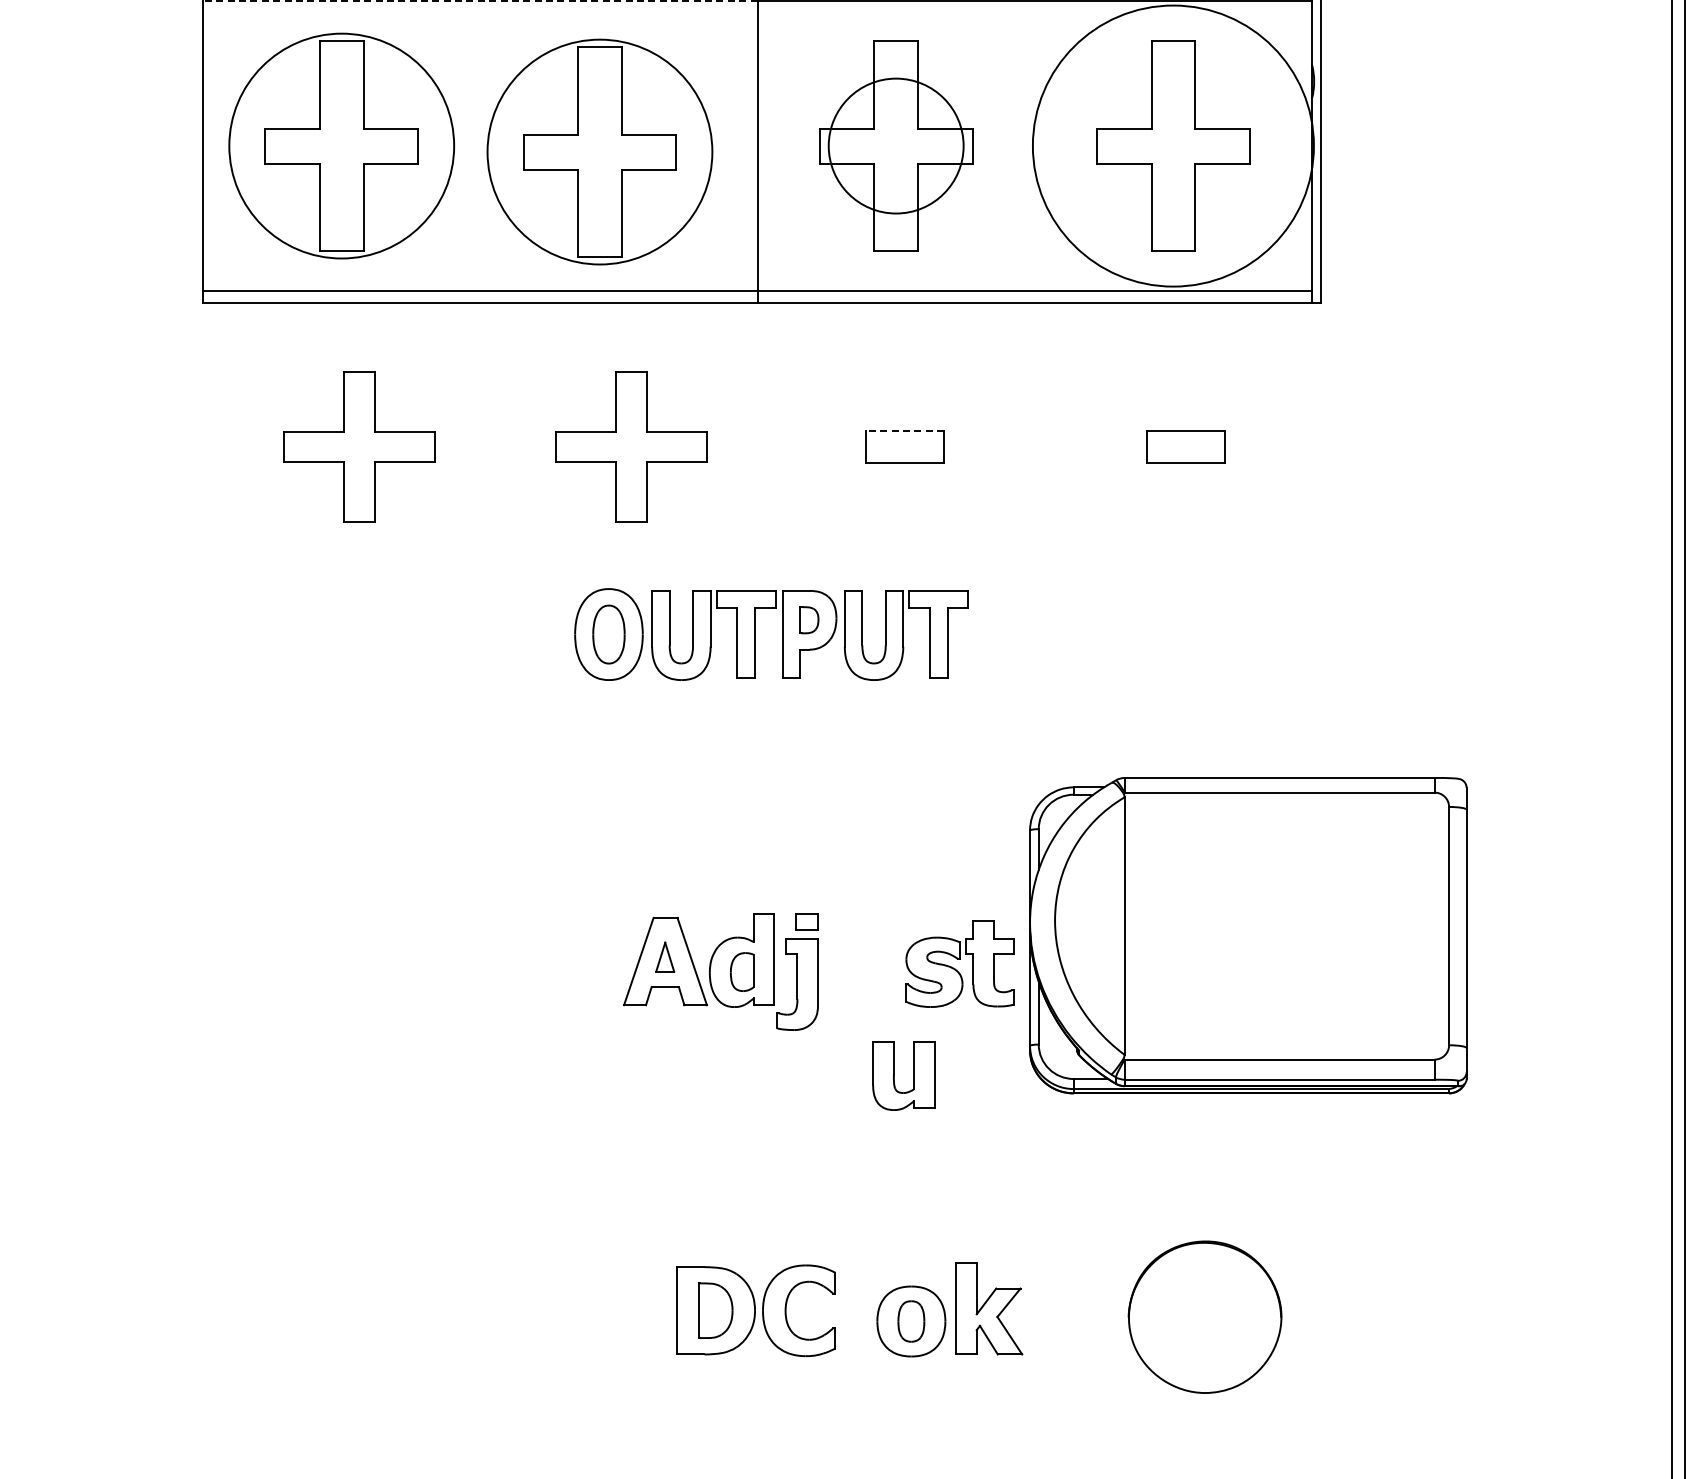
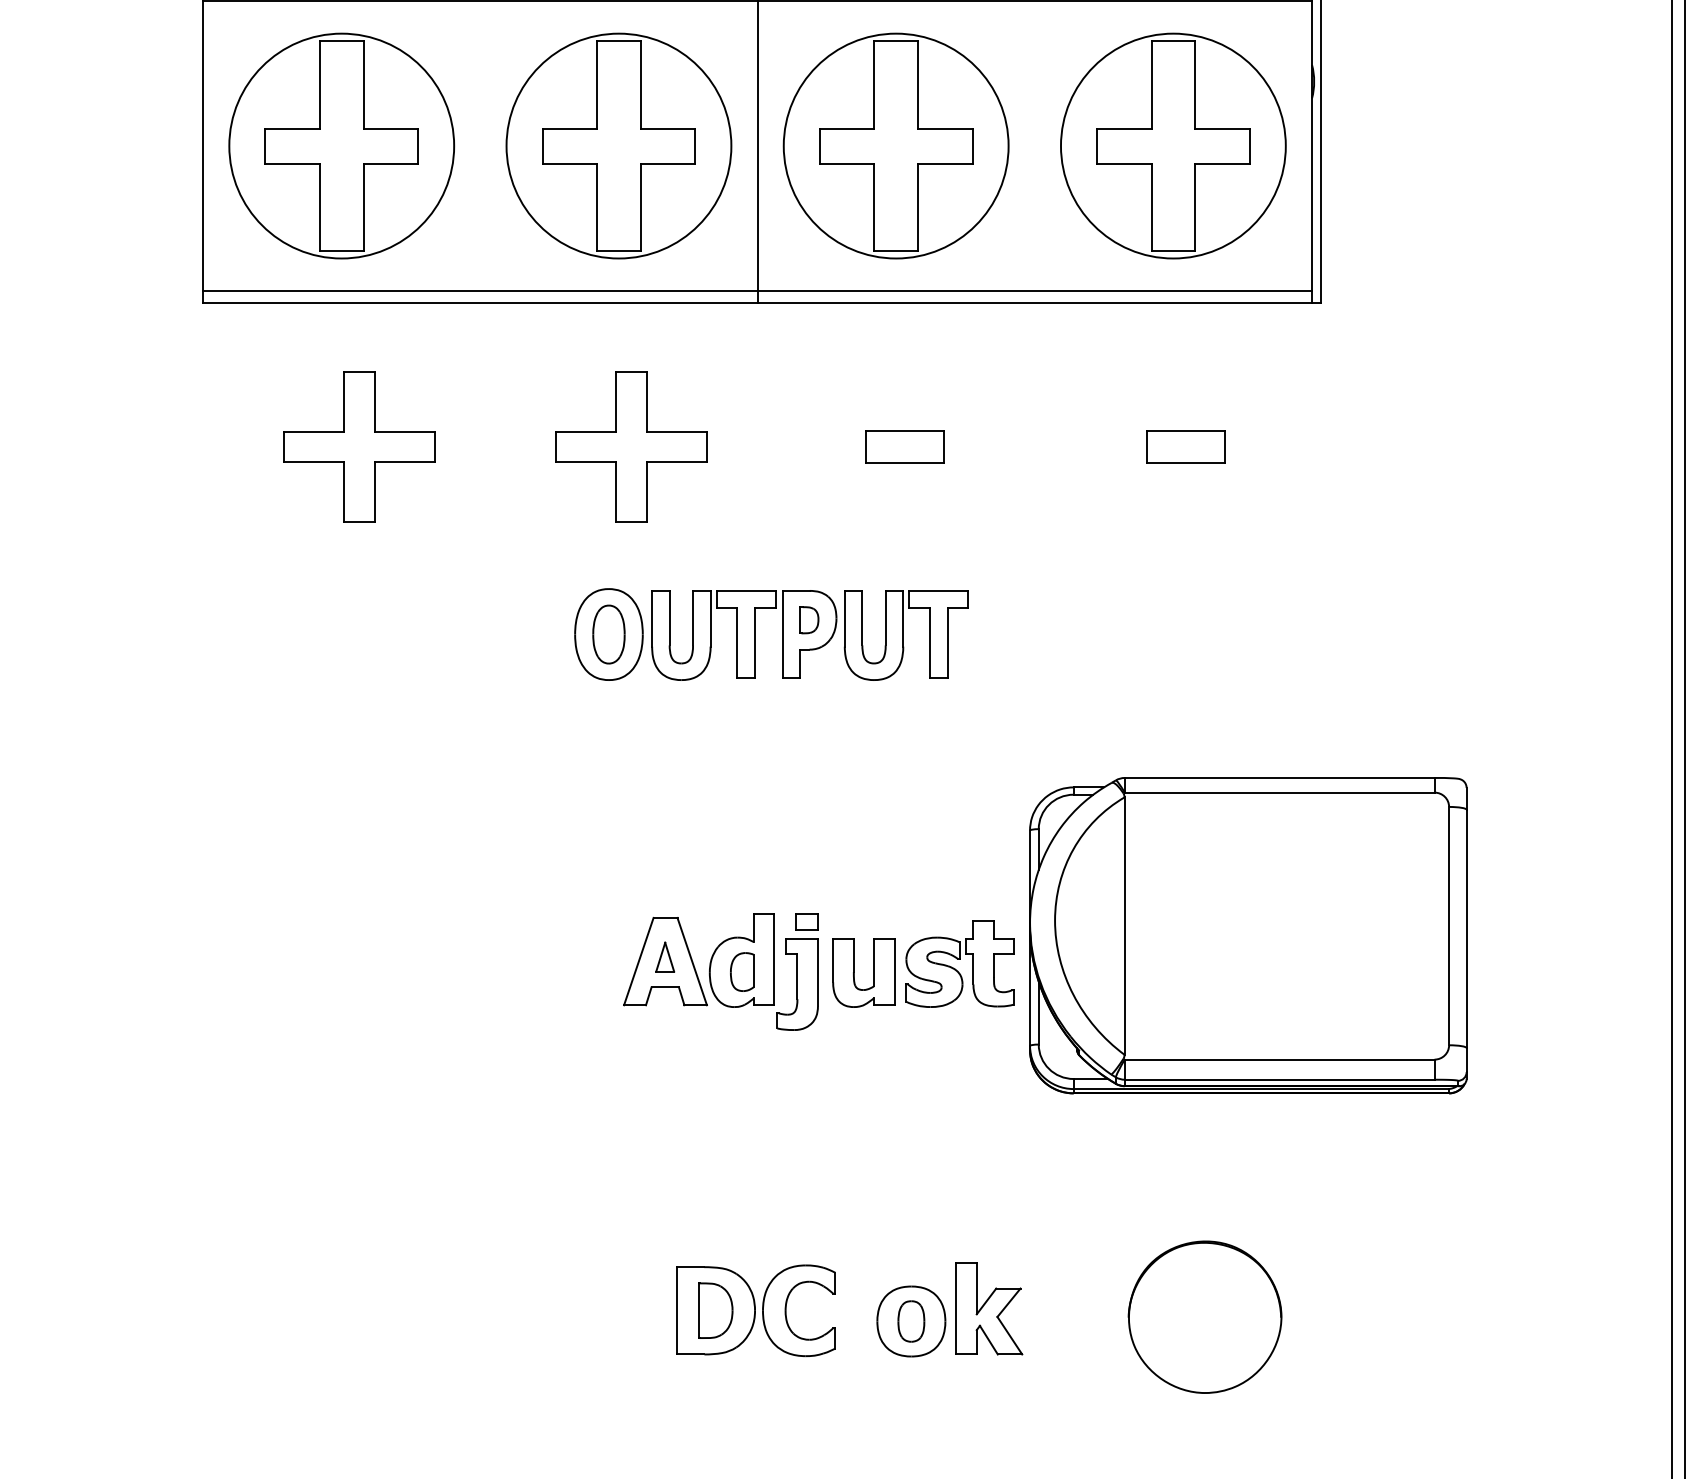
line at (479, 0): dashed -> solid
circle at (895, 145) diameter: 135 px -> 225 px
circle at (1172, 145) diameter: 281 px -> 225 px
part at (599, 151) position: (599, 151) -> (618, 145)
line at (905, 430): dashed -> solid
part at (894, 1075) position: (894, 1075) -> (854, 972)
